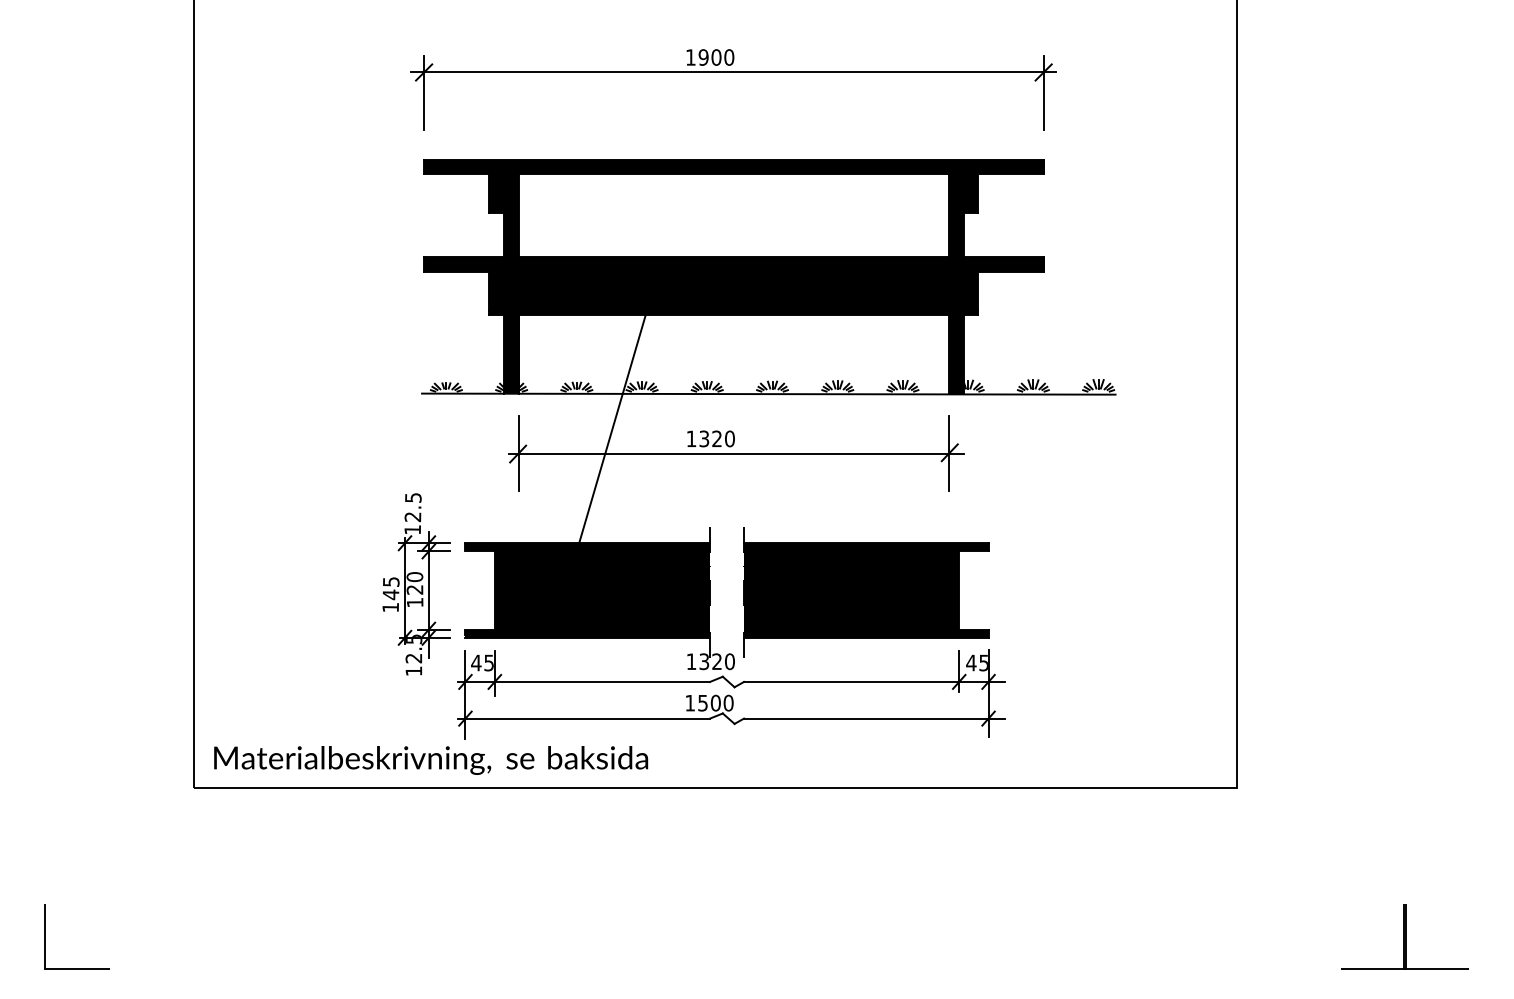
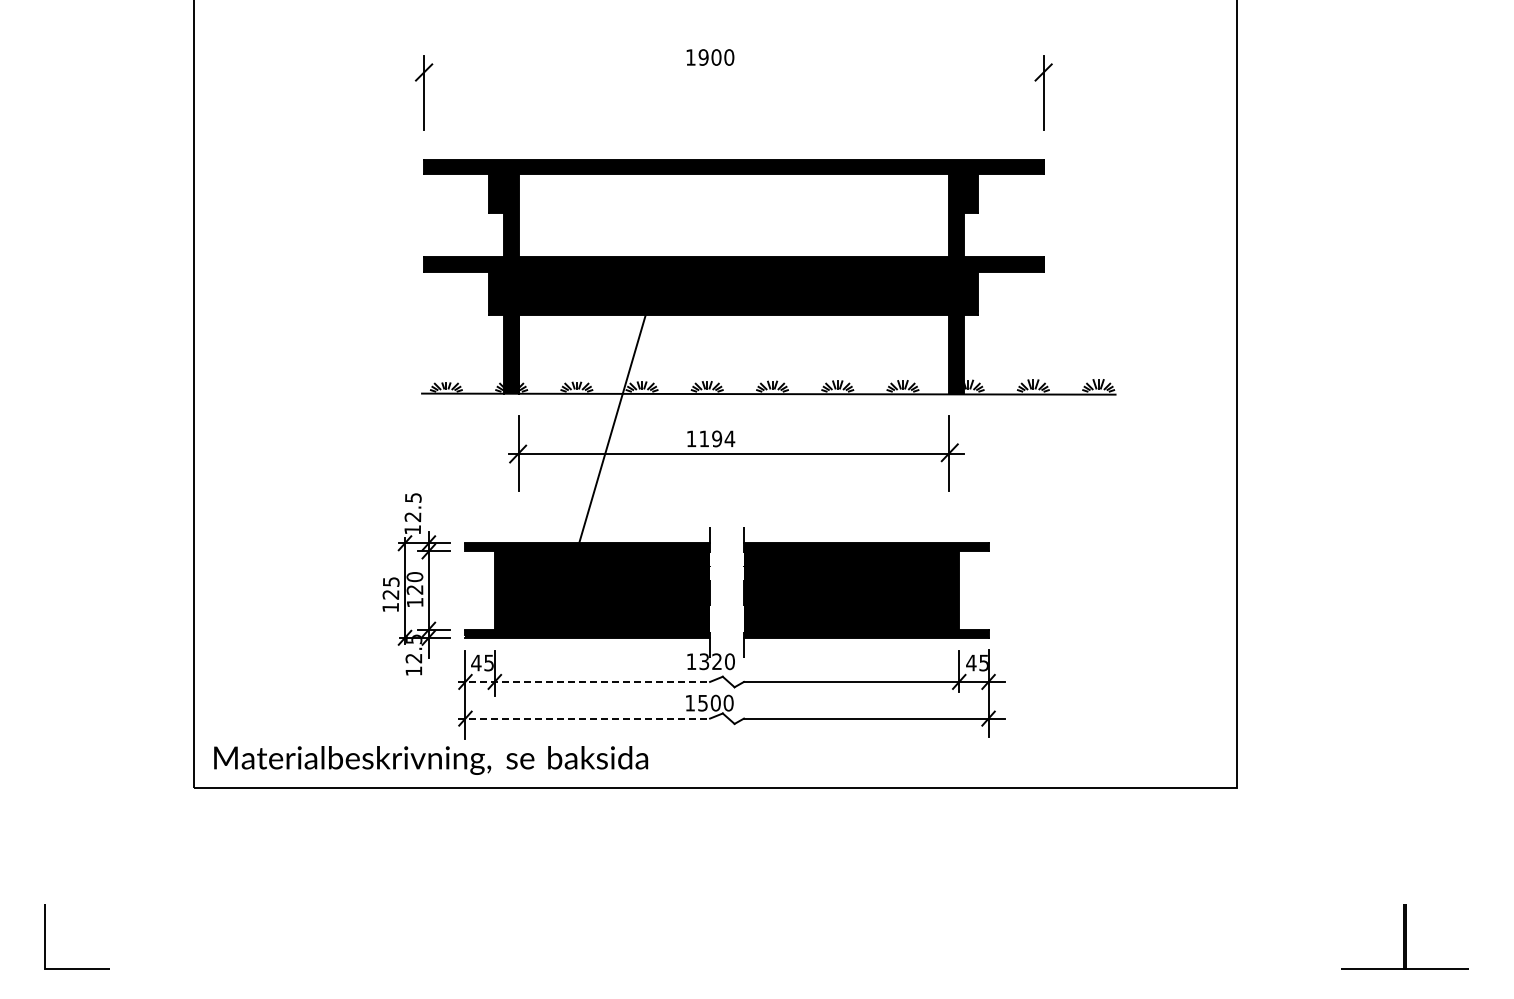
line at (733, 72): present -> none
text at (717, 438): 1320 -> 1194
text at (390, 594): 145 -> 125
line at (584, 681): solid -> dashed
line at (584, 718): solid -> dashed
